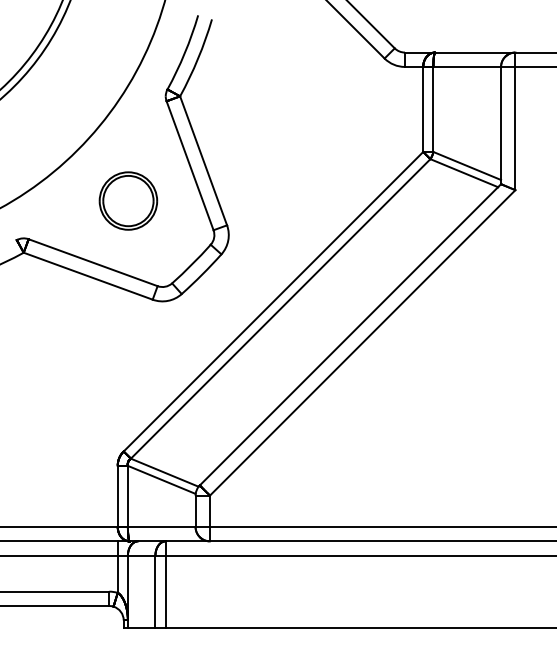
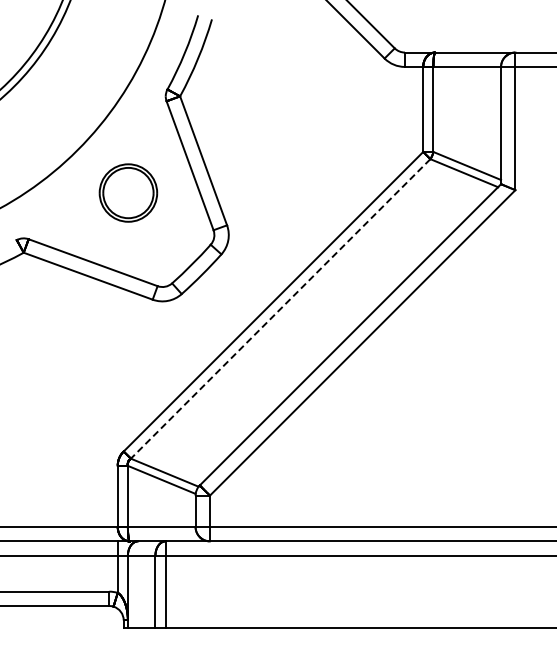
part at (128, 200) position: (128, 200) -> (128, 192)
line at (280, 308): solid -> dashed
